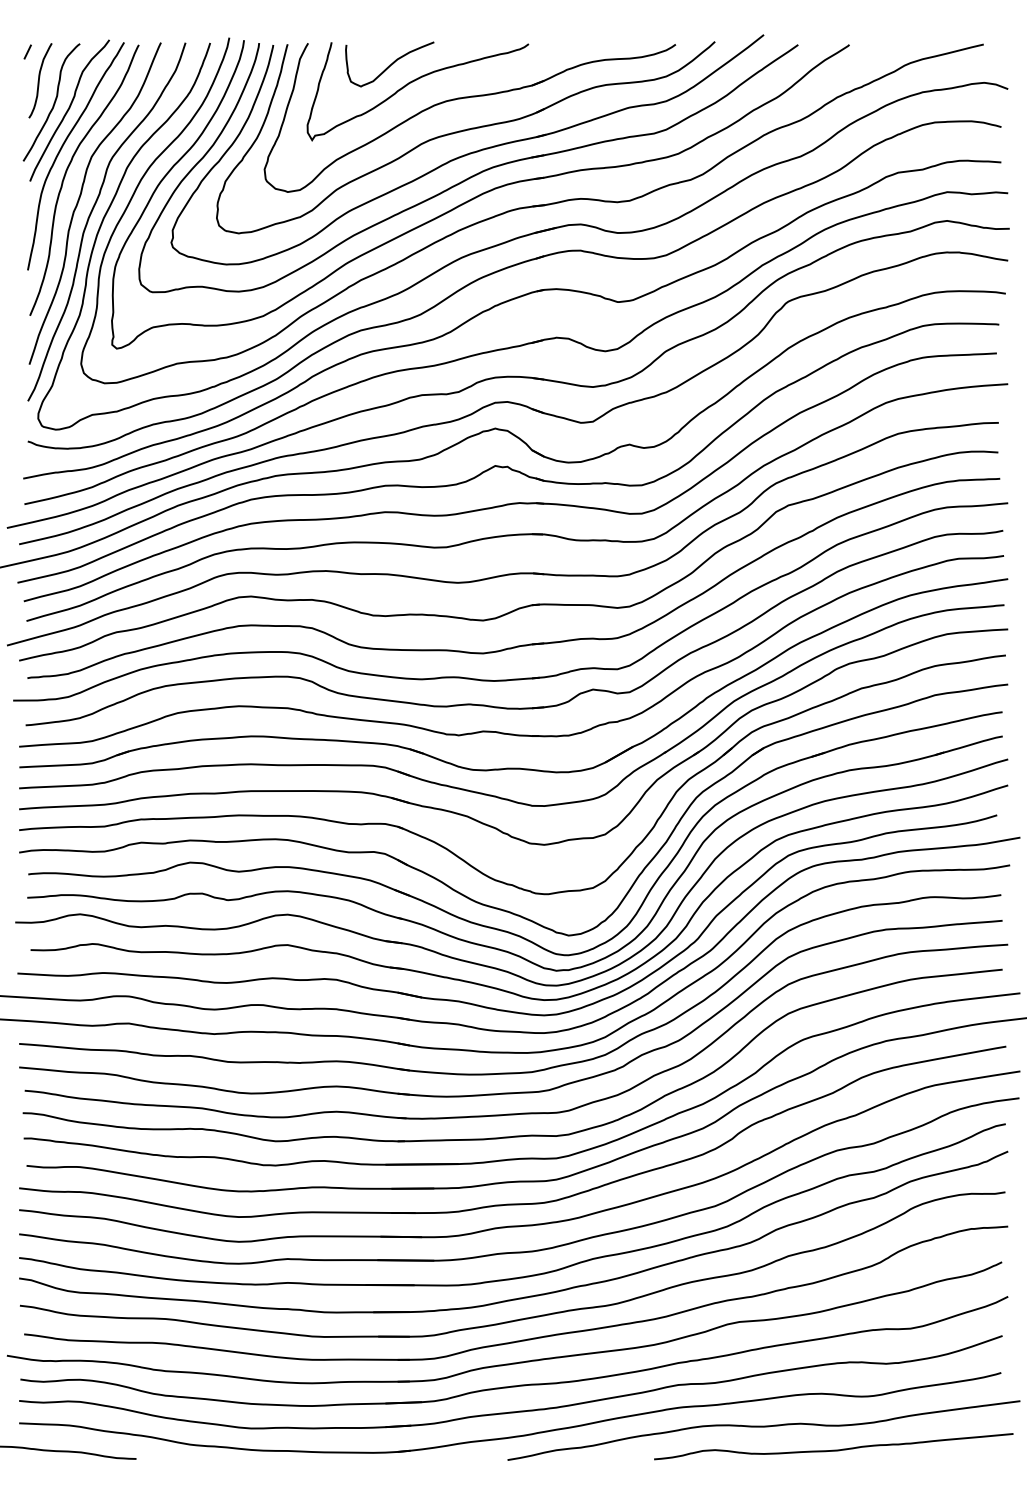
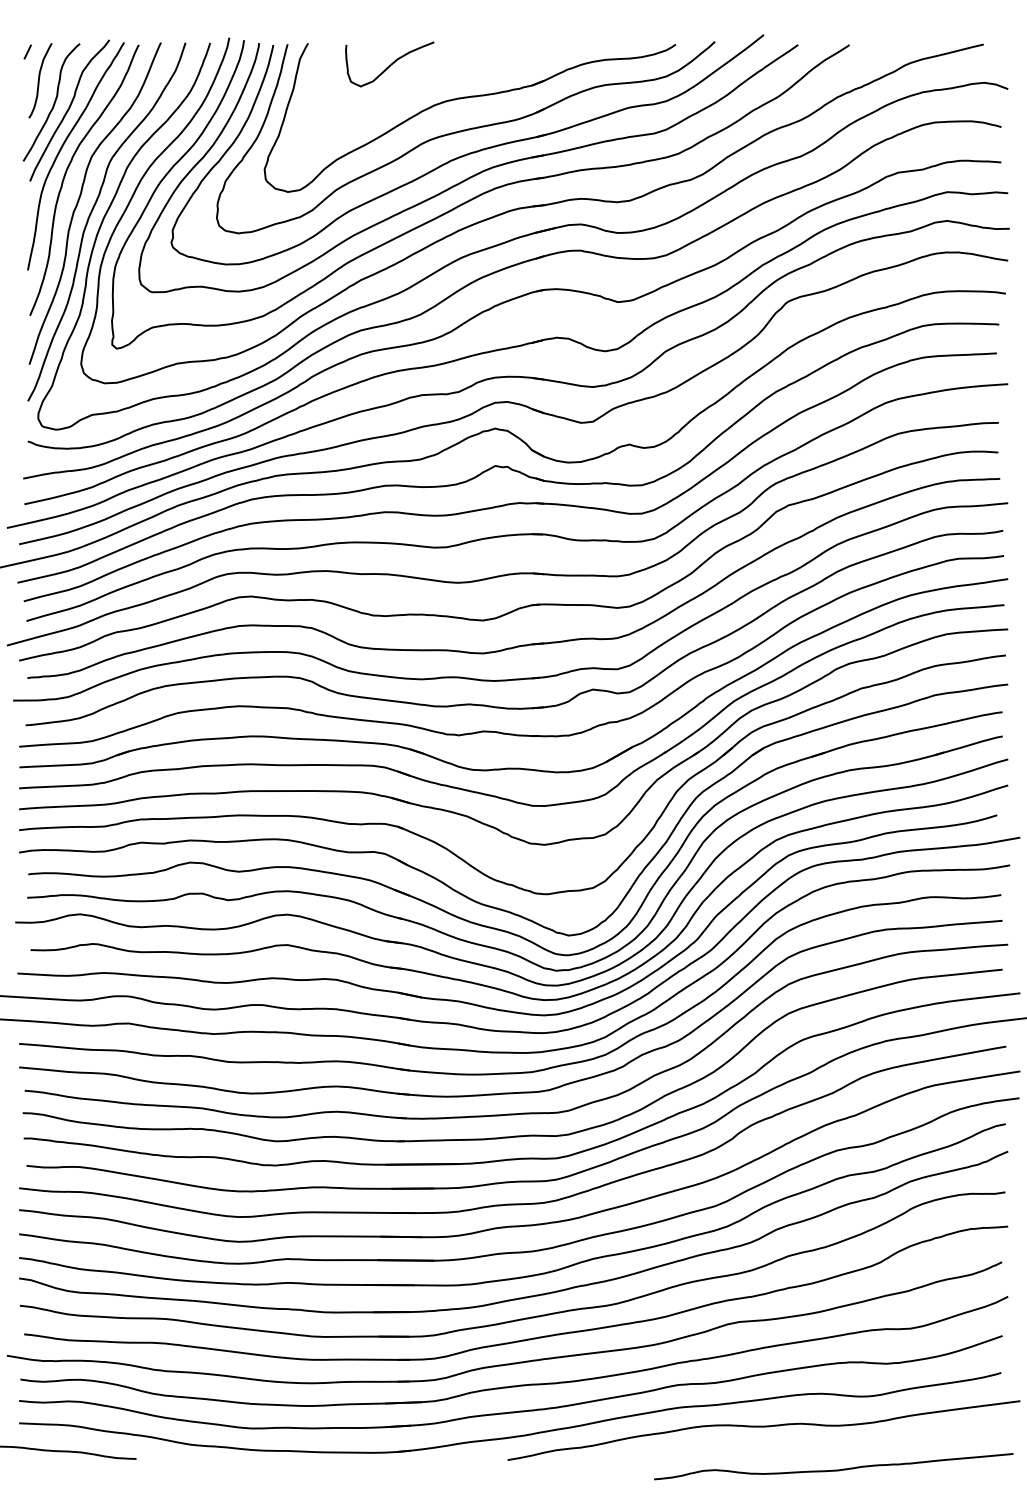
curve at (411, 83): present -> none
curve at (833, 1449) position: (833, 1449) -> (833, 1469)
